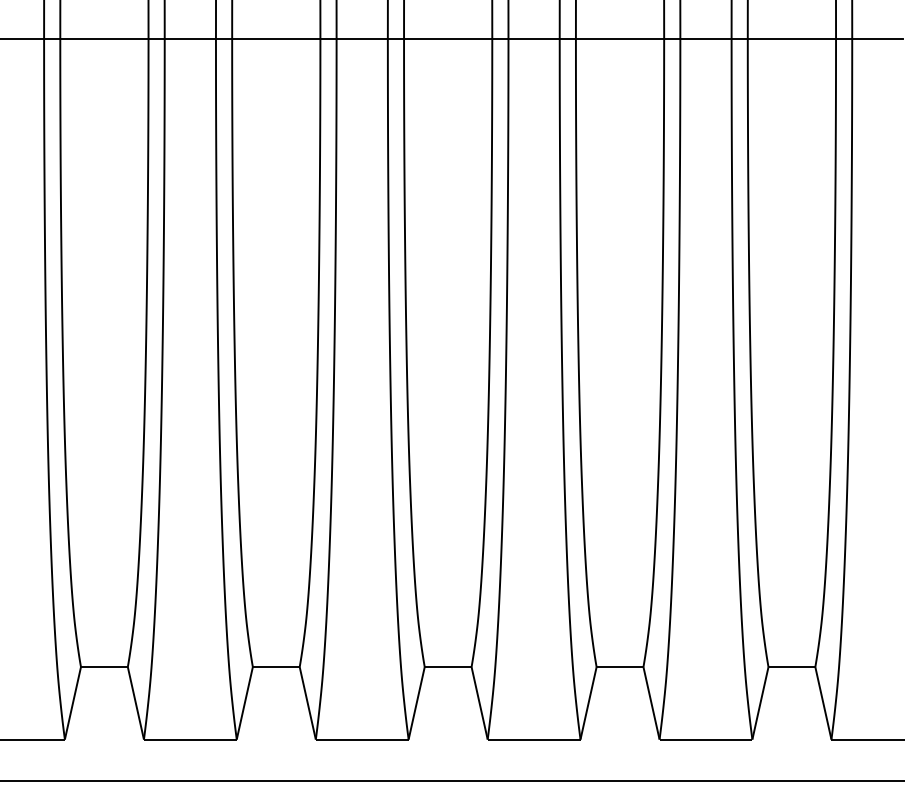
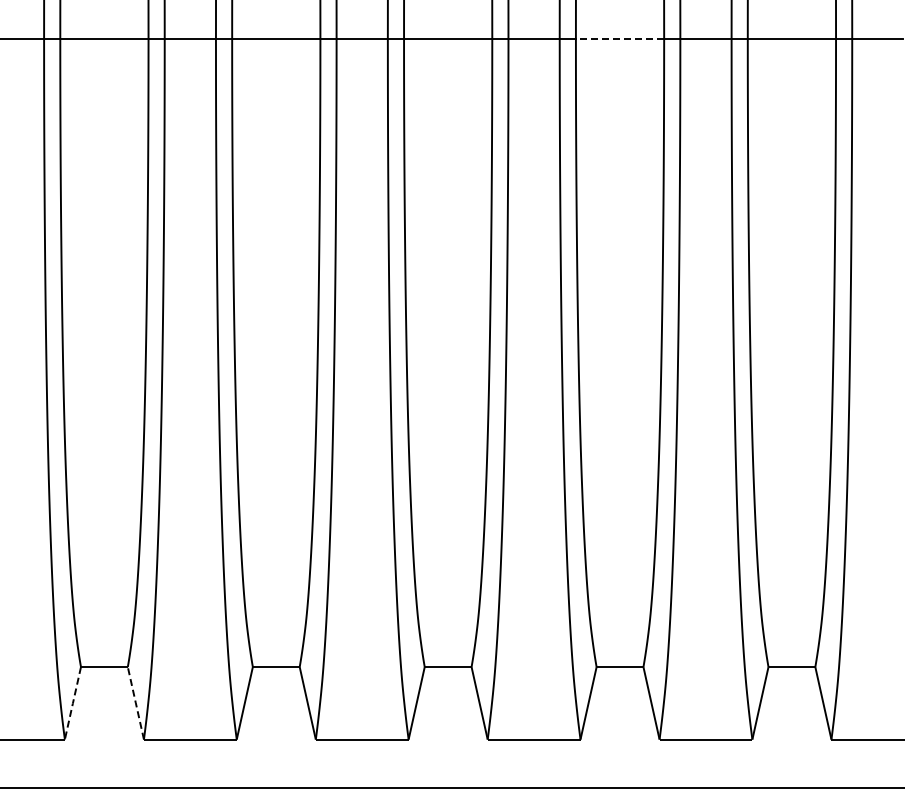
line at (619, 39): solid -> dashed
line at (135, 702): solid -> dashed
line at (72, 703): solid -> dashed
line at (451, 780) position: (451, 780) -> (451, 787)
